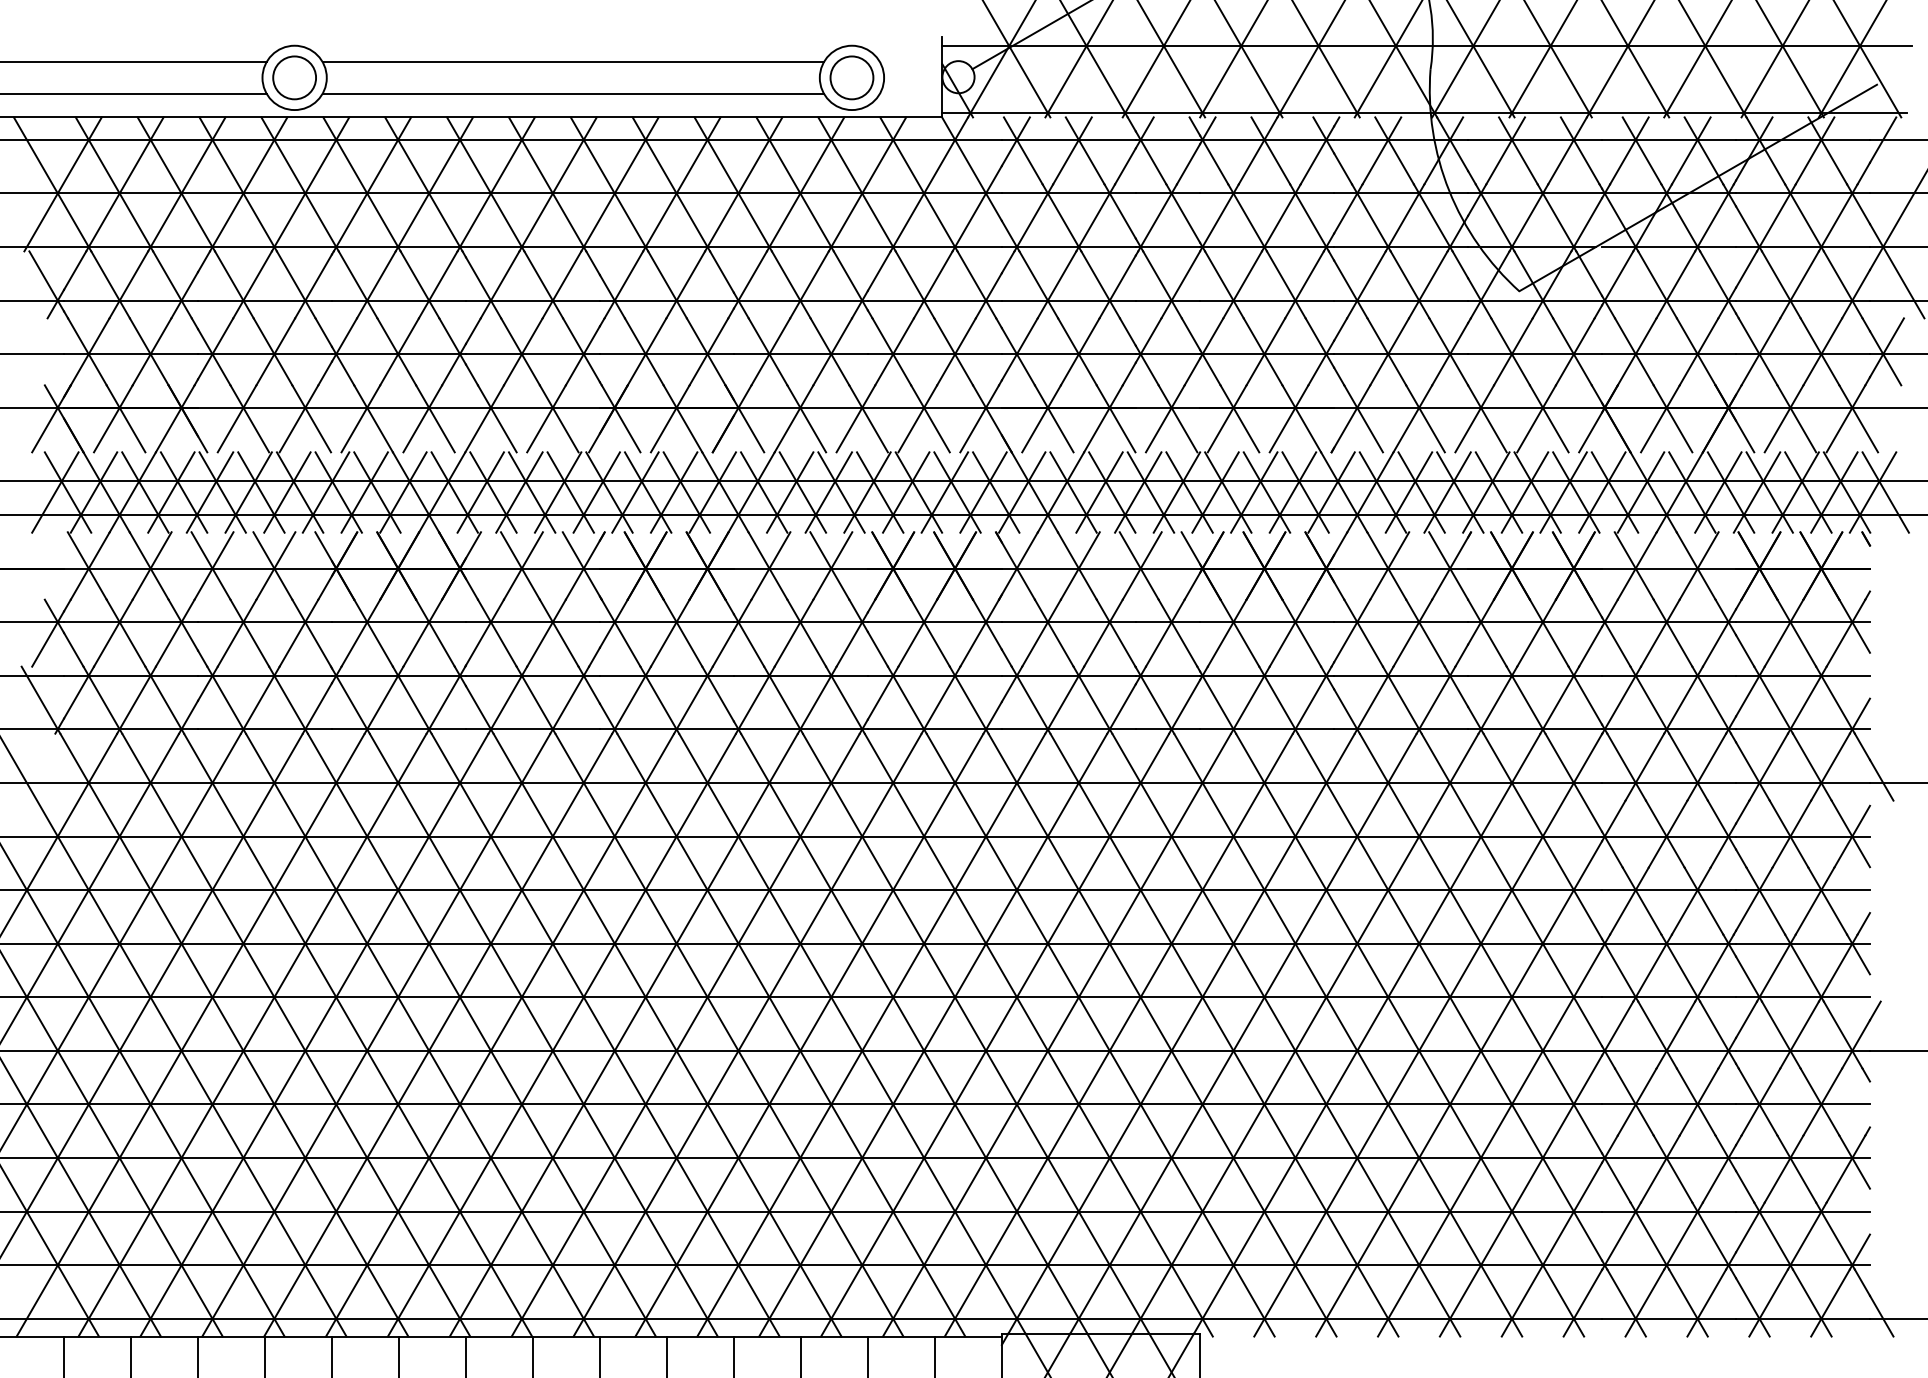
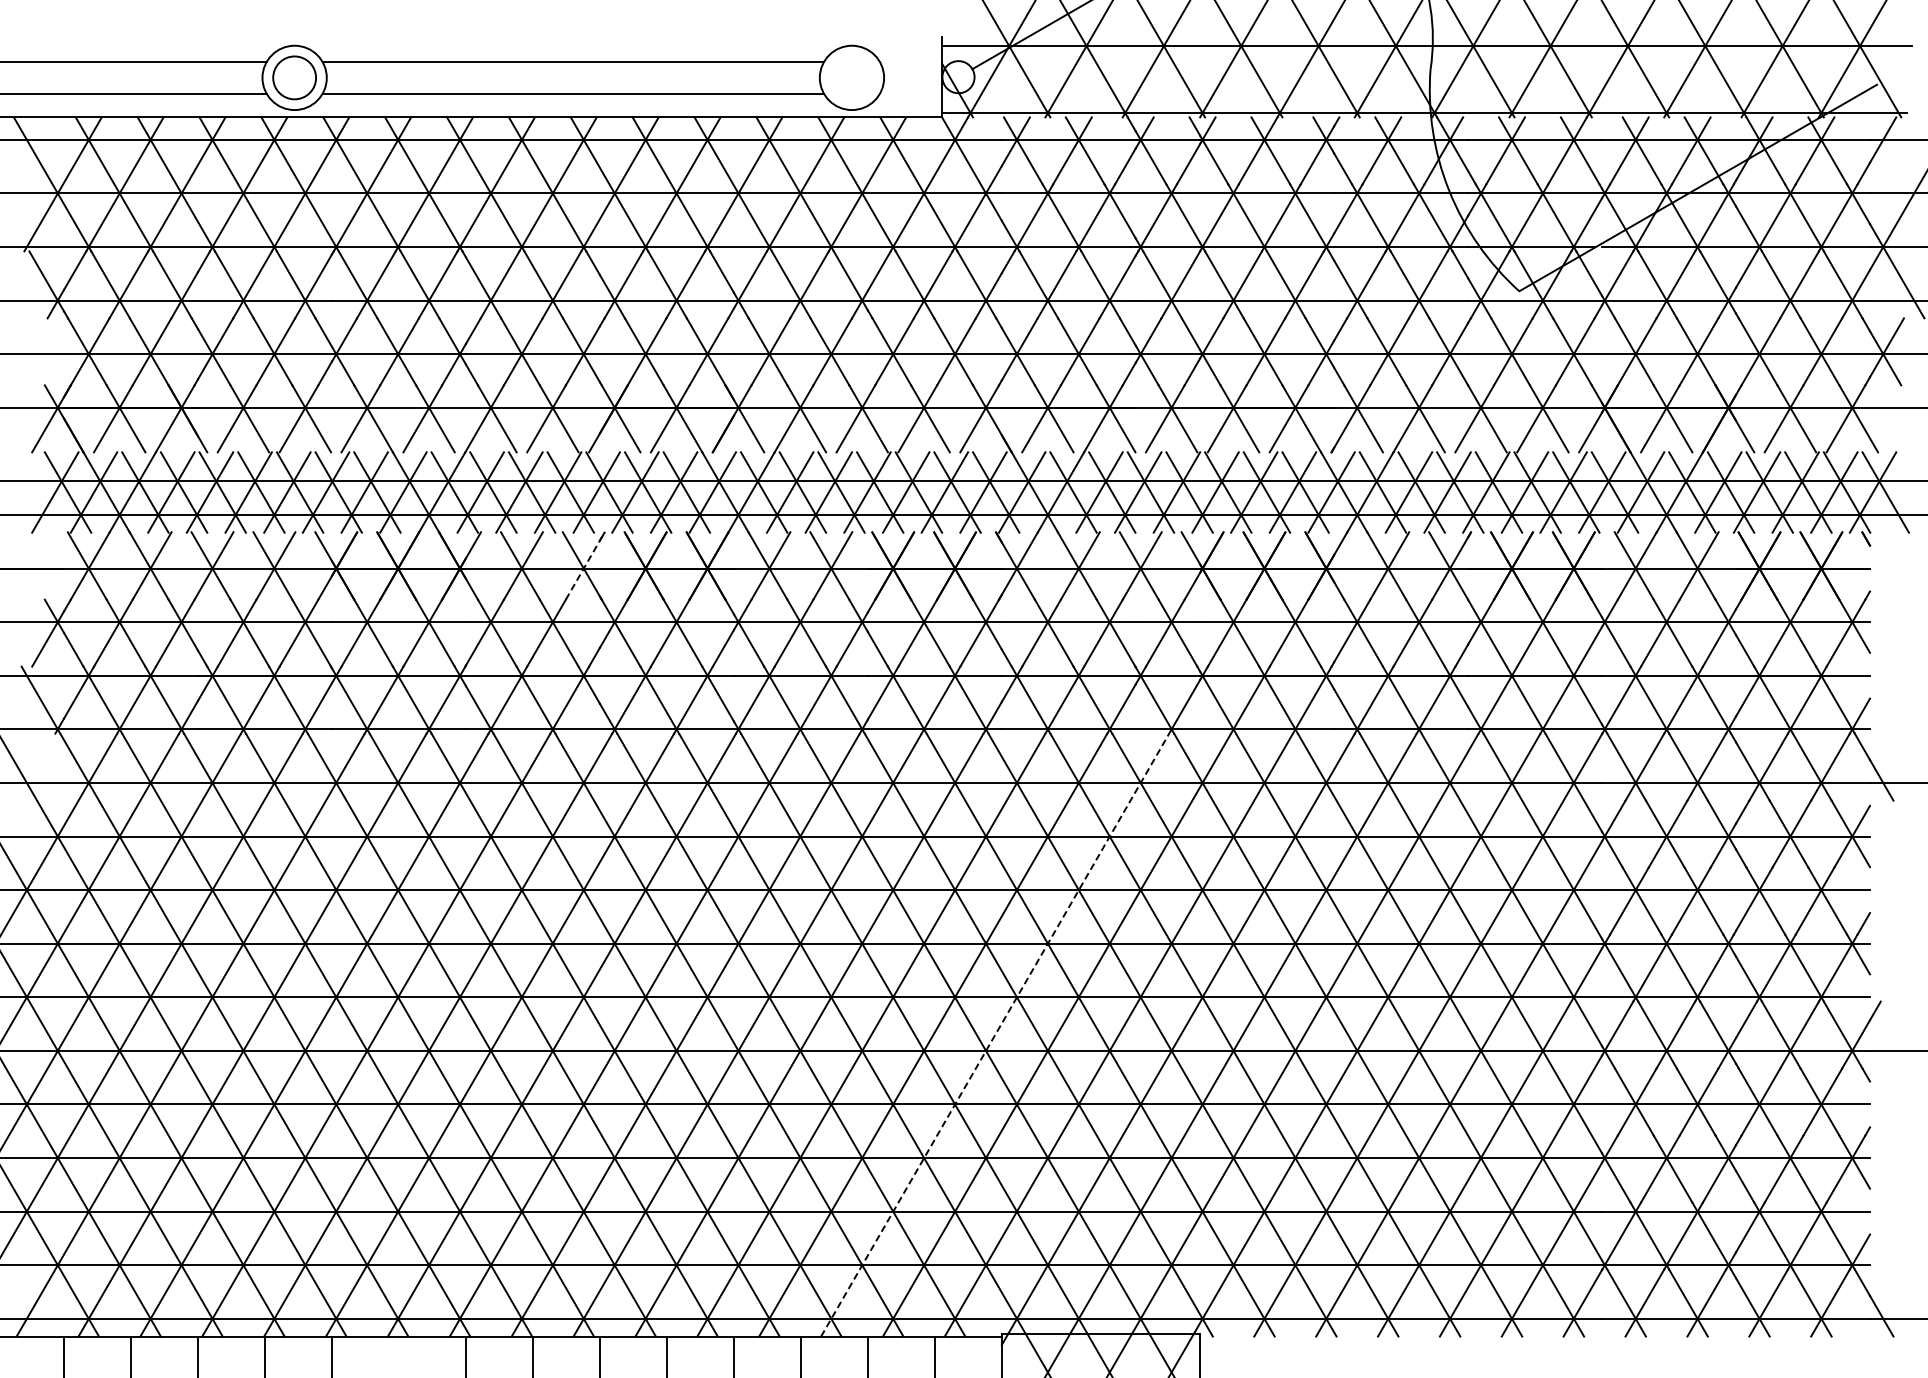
circle at (851, 77): present -> none
line at (585, 565): solid -> dashed
line at (995, 1035): solid -> dashed
line at (398, 1355): present -> none
